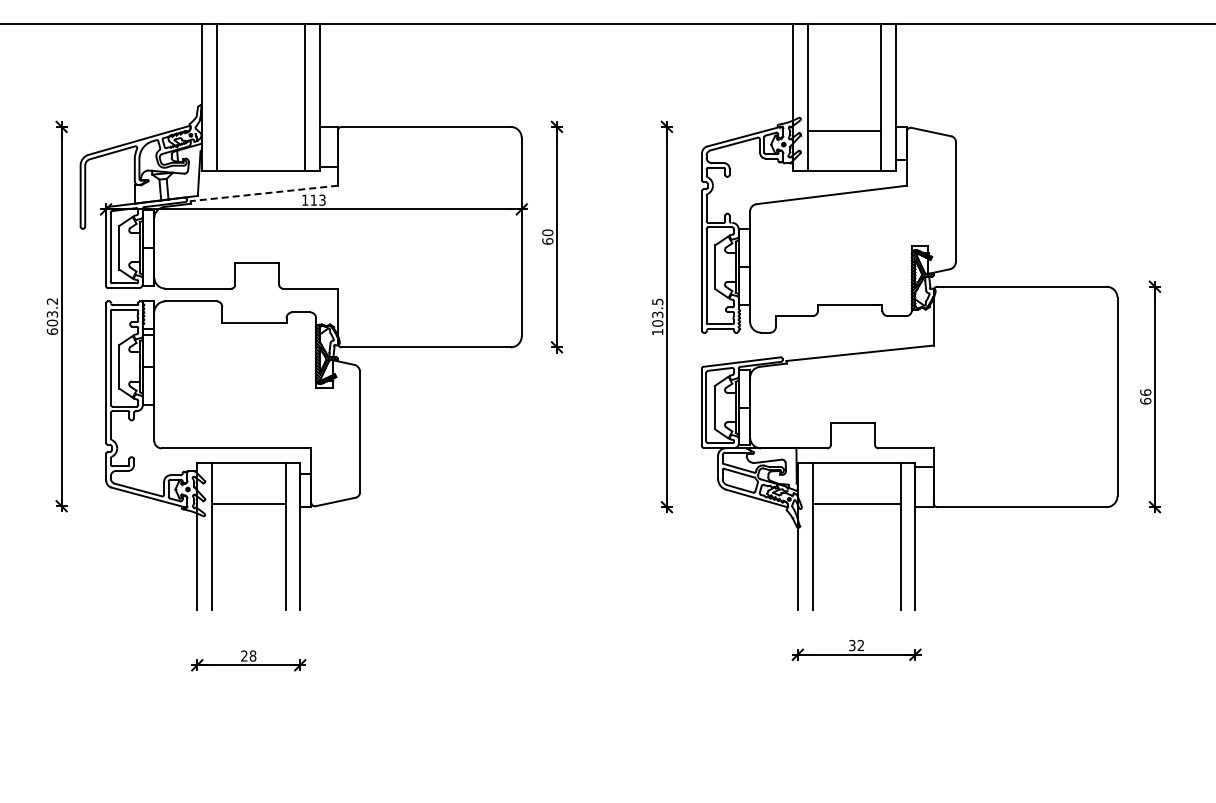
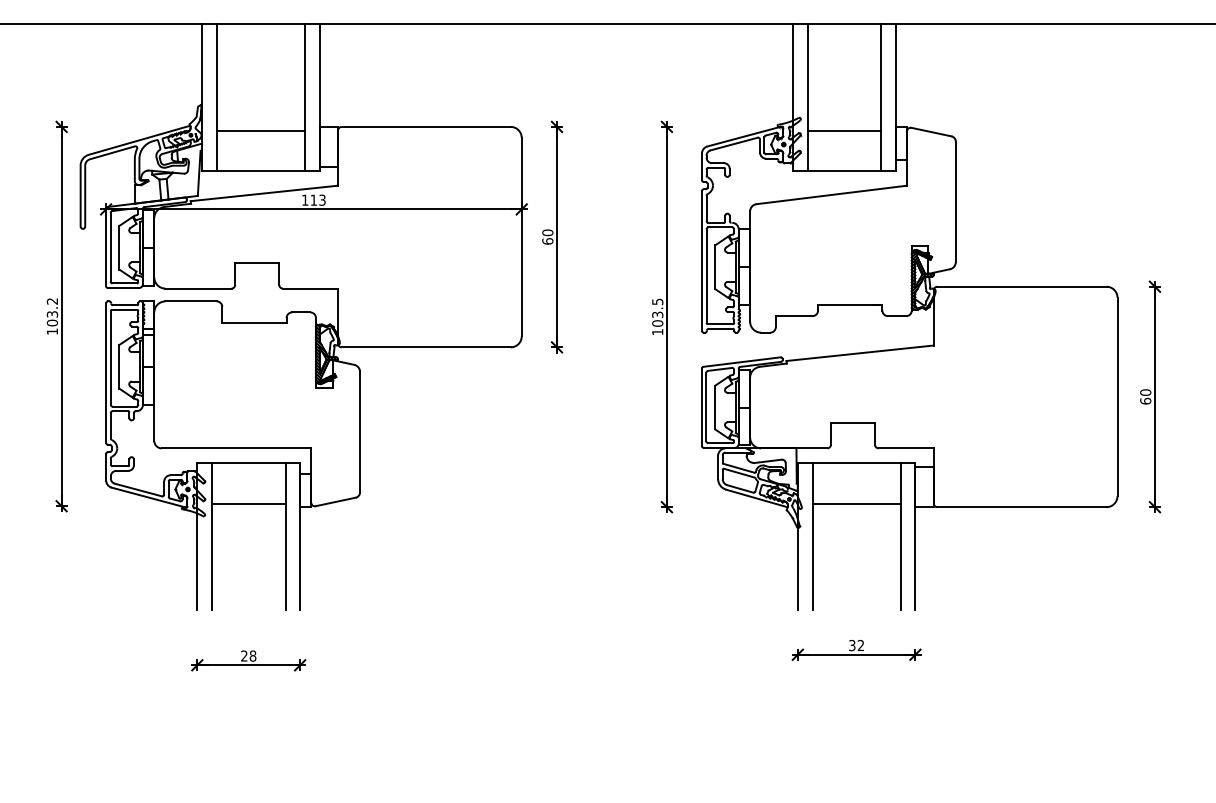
line at (260, 130): none -> present
line at (263, 193): dashed -> solid
text at (52, 331): 603.2 -> 103.2
text at (1145, 392): 66 -> 60
